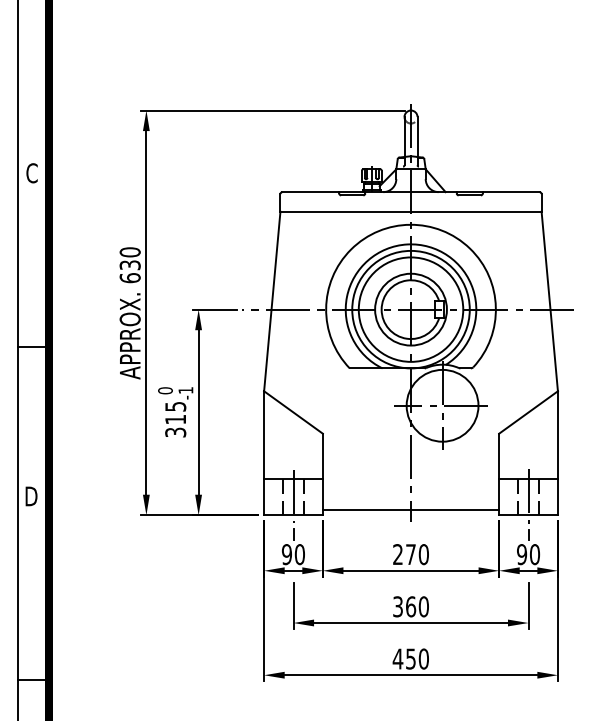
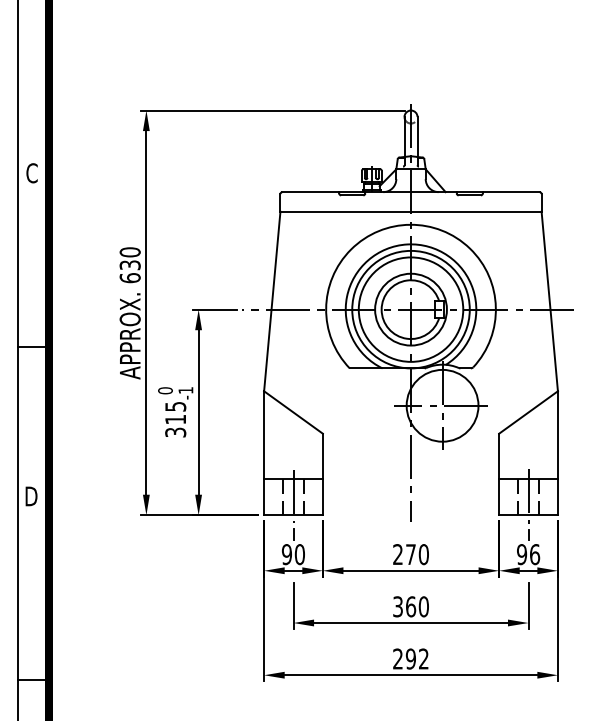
line at (410, 510): present -> none
text at (535, 554): 90 -> 96
text at (410, 658): 450 -> 292
